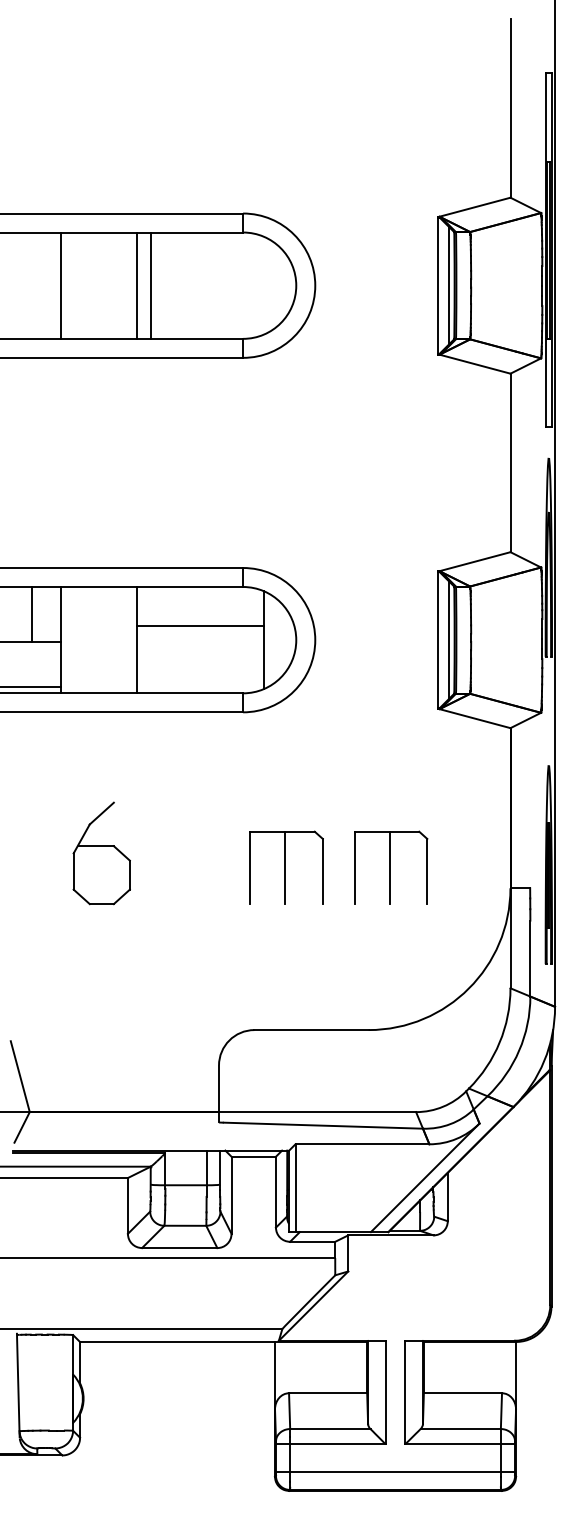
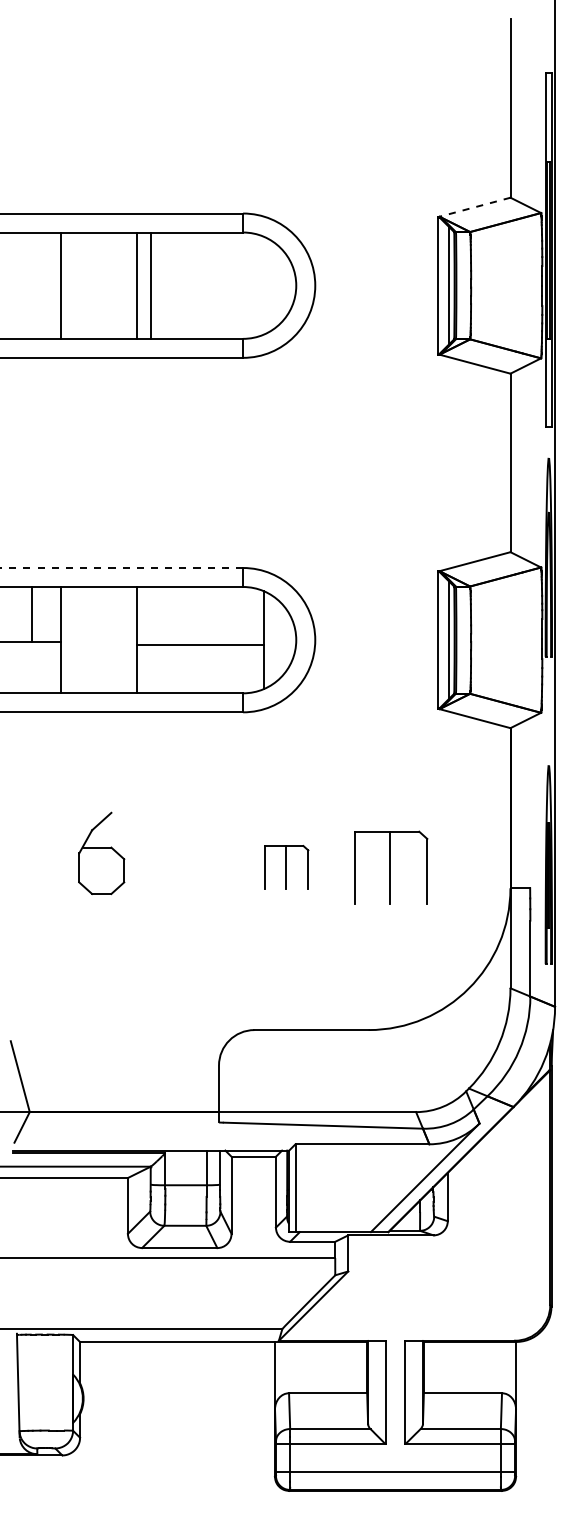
line at (475, 207): solid -> dashed
line at (121, 568): solid -> dashed
line at (200, 625) position: (200, 625) -> (200, 644)
line at (31, 687): present -> none
part at (101, 853) size: 59x105 px -> 48x84 px
part at (286, 867) size: 75x75 px -> 46x45 px
